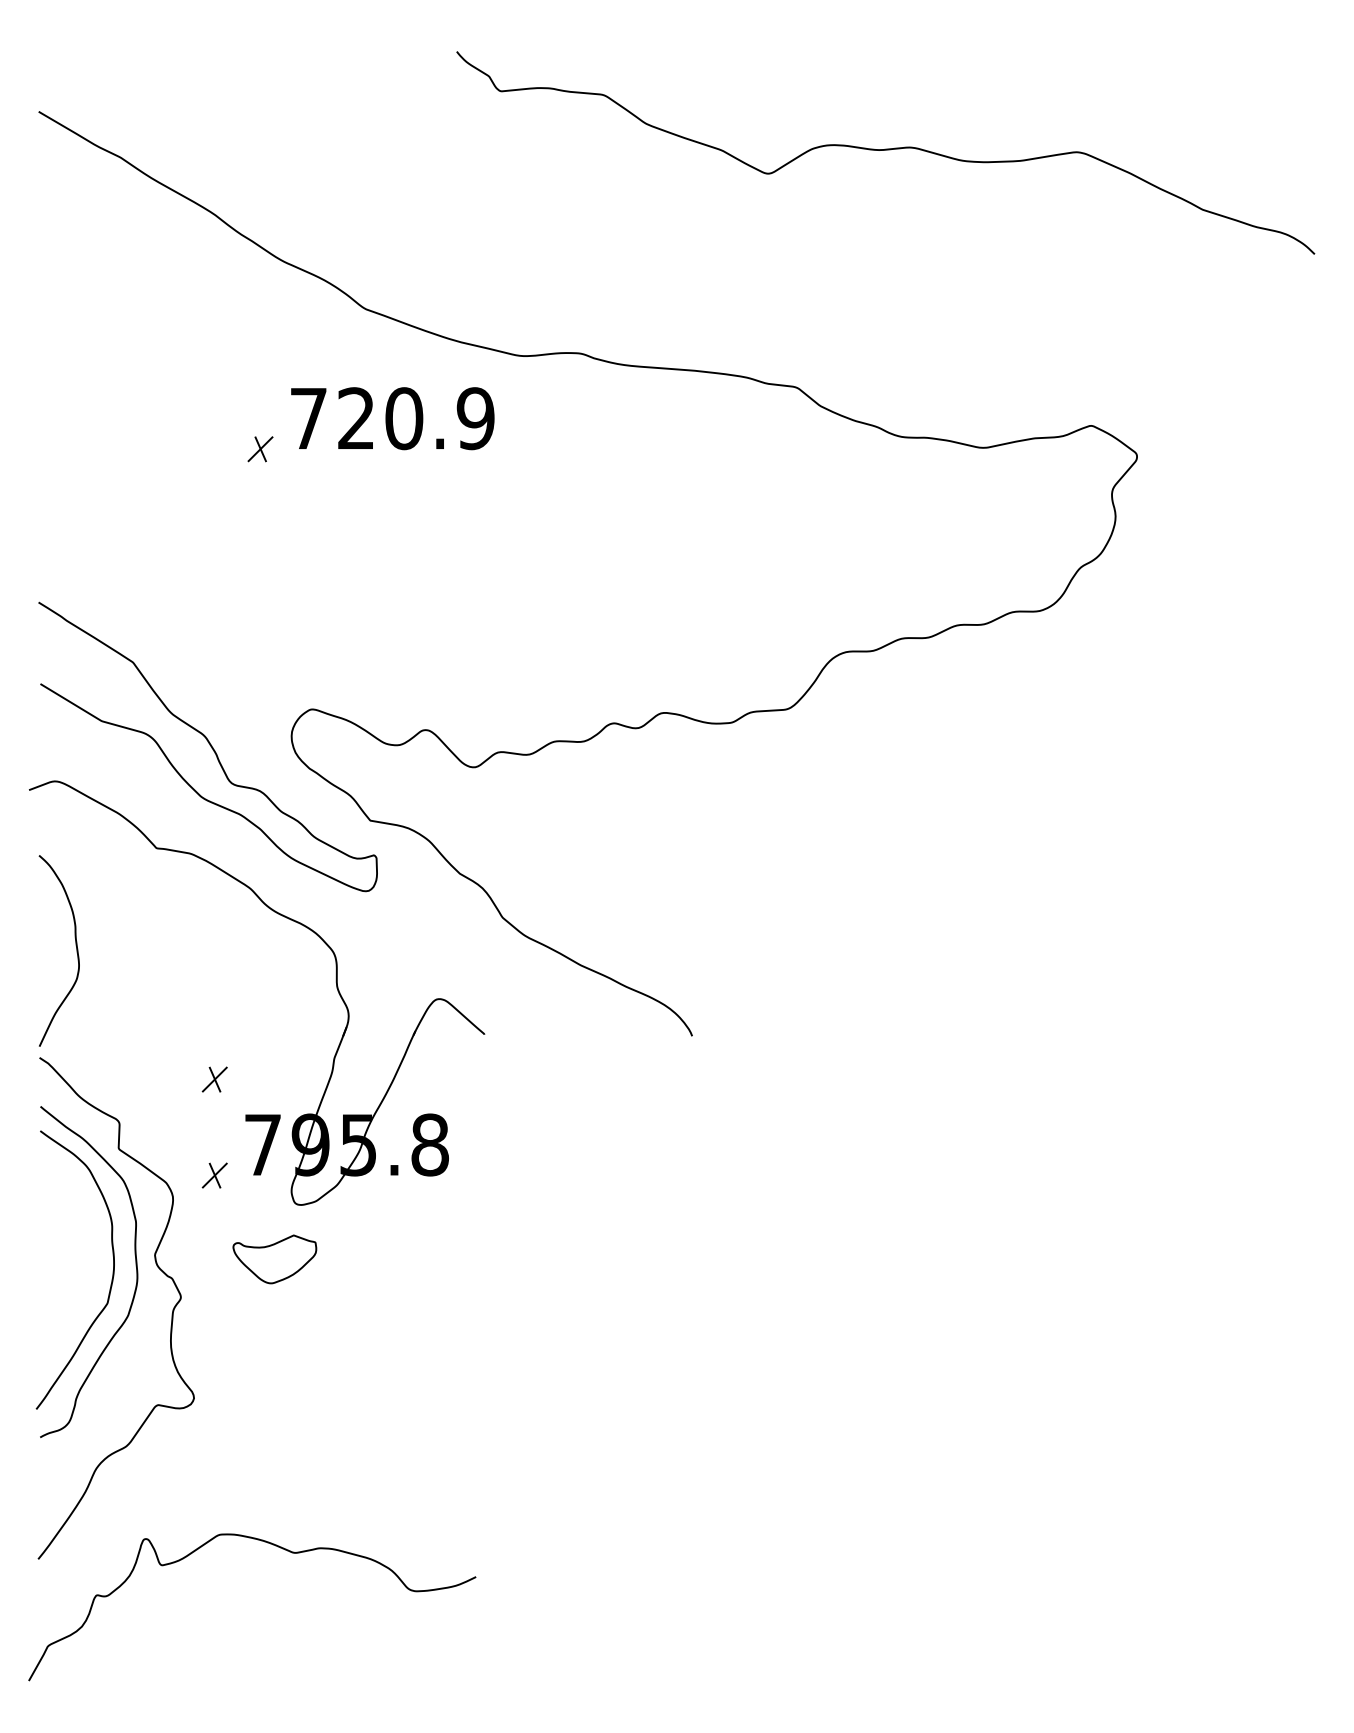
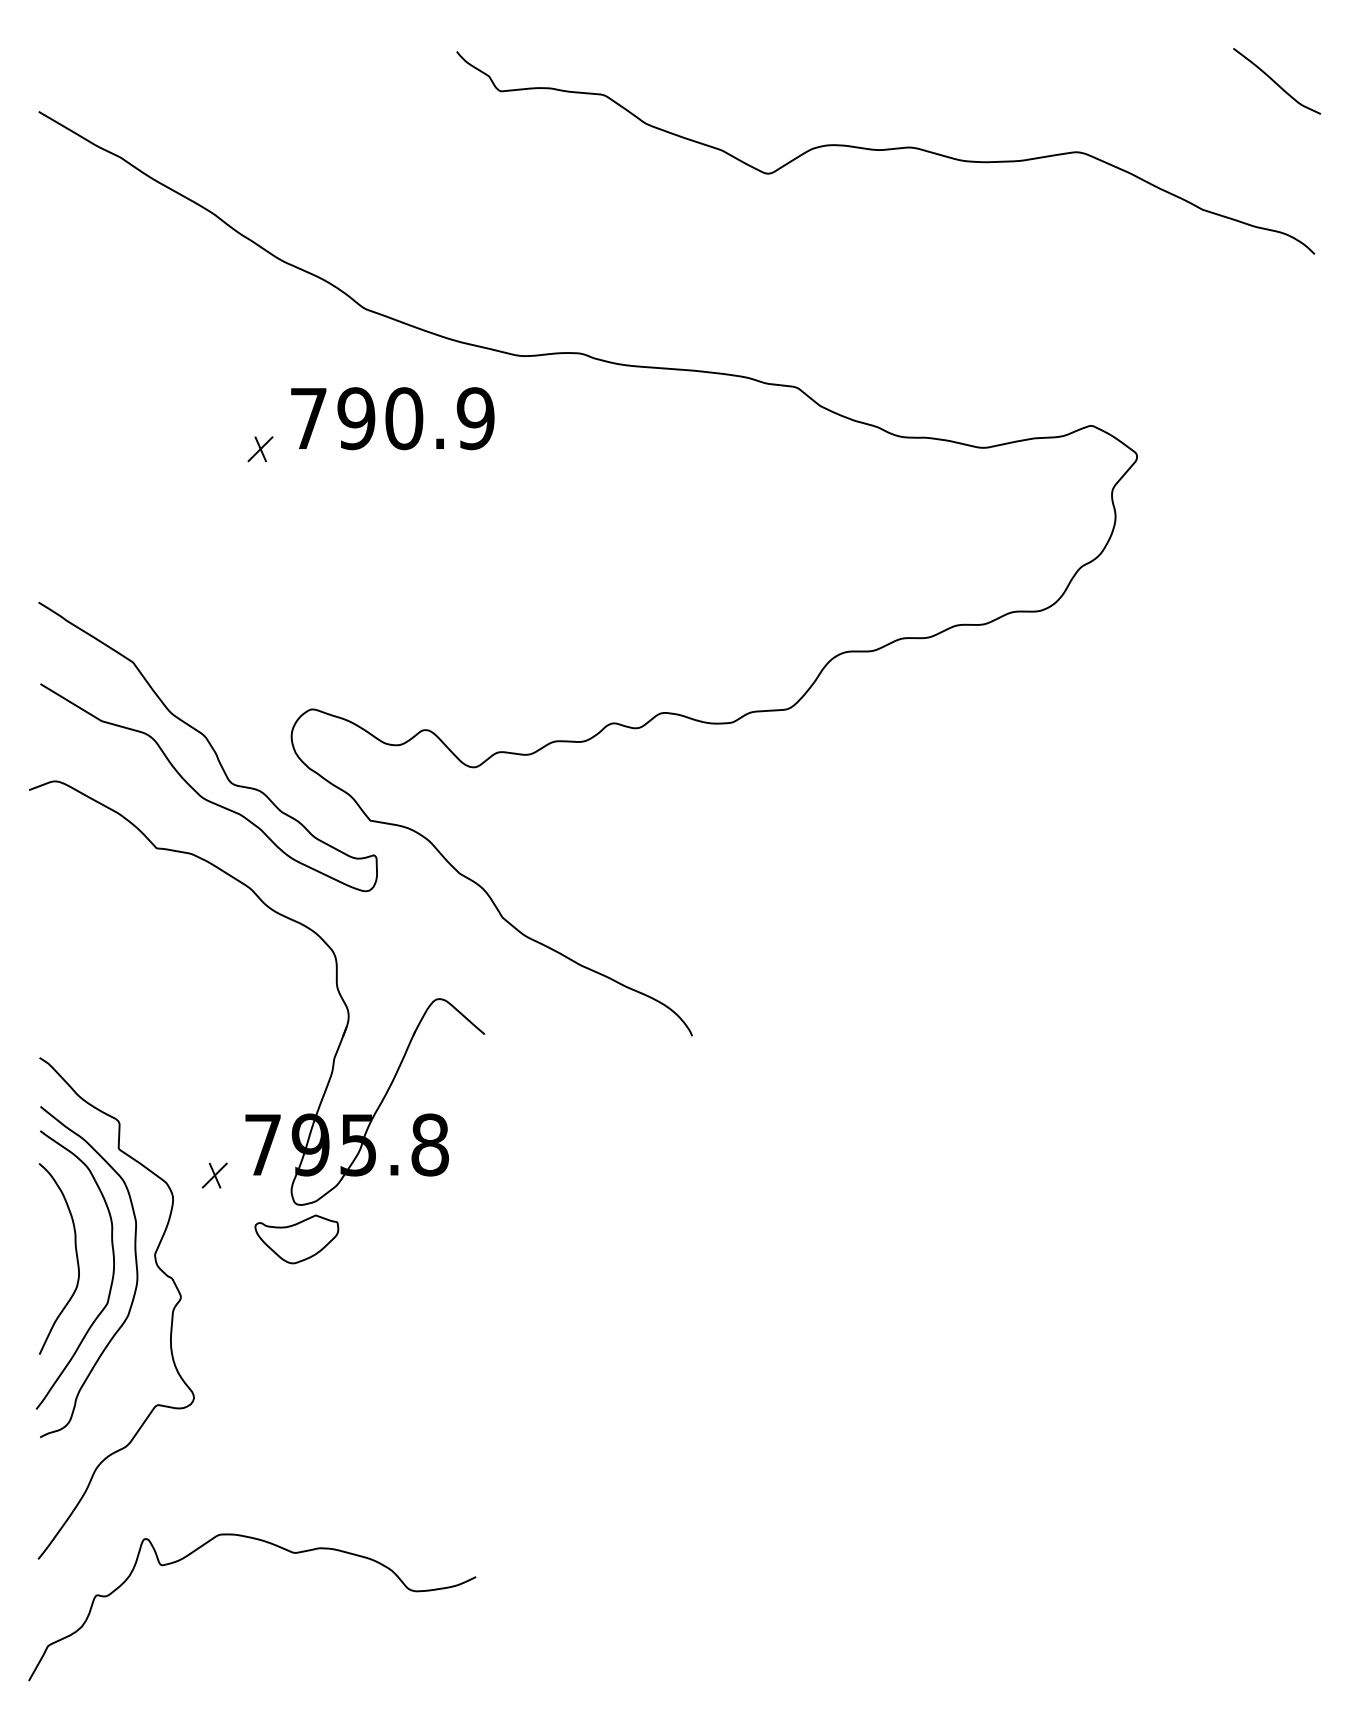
curve at (1275, 81): none -> present
text at (356, 418): 720.9 -> 790.9
curve at (75, 945) position: (75, 945) -> (75, 1253)
part at (214, 1079): present -> none
part at (274, 1259) position: (274, 1259) -> (296, 1239)
